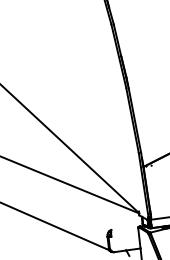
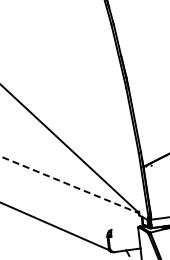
line at (69, 184): solid -> dashed
